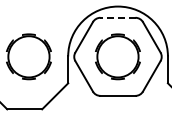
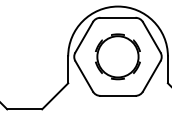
line at (117, 17): dashed -> solid
part at (28, 56): present -> none
